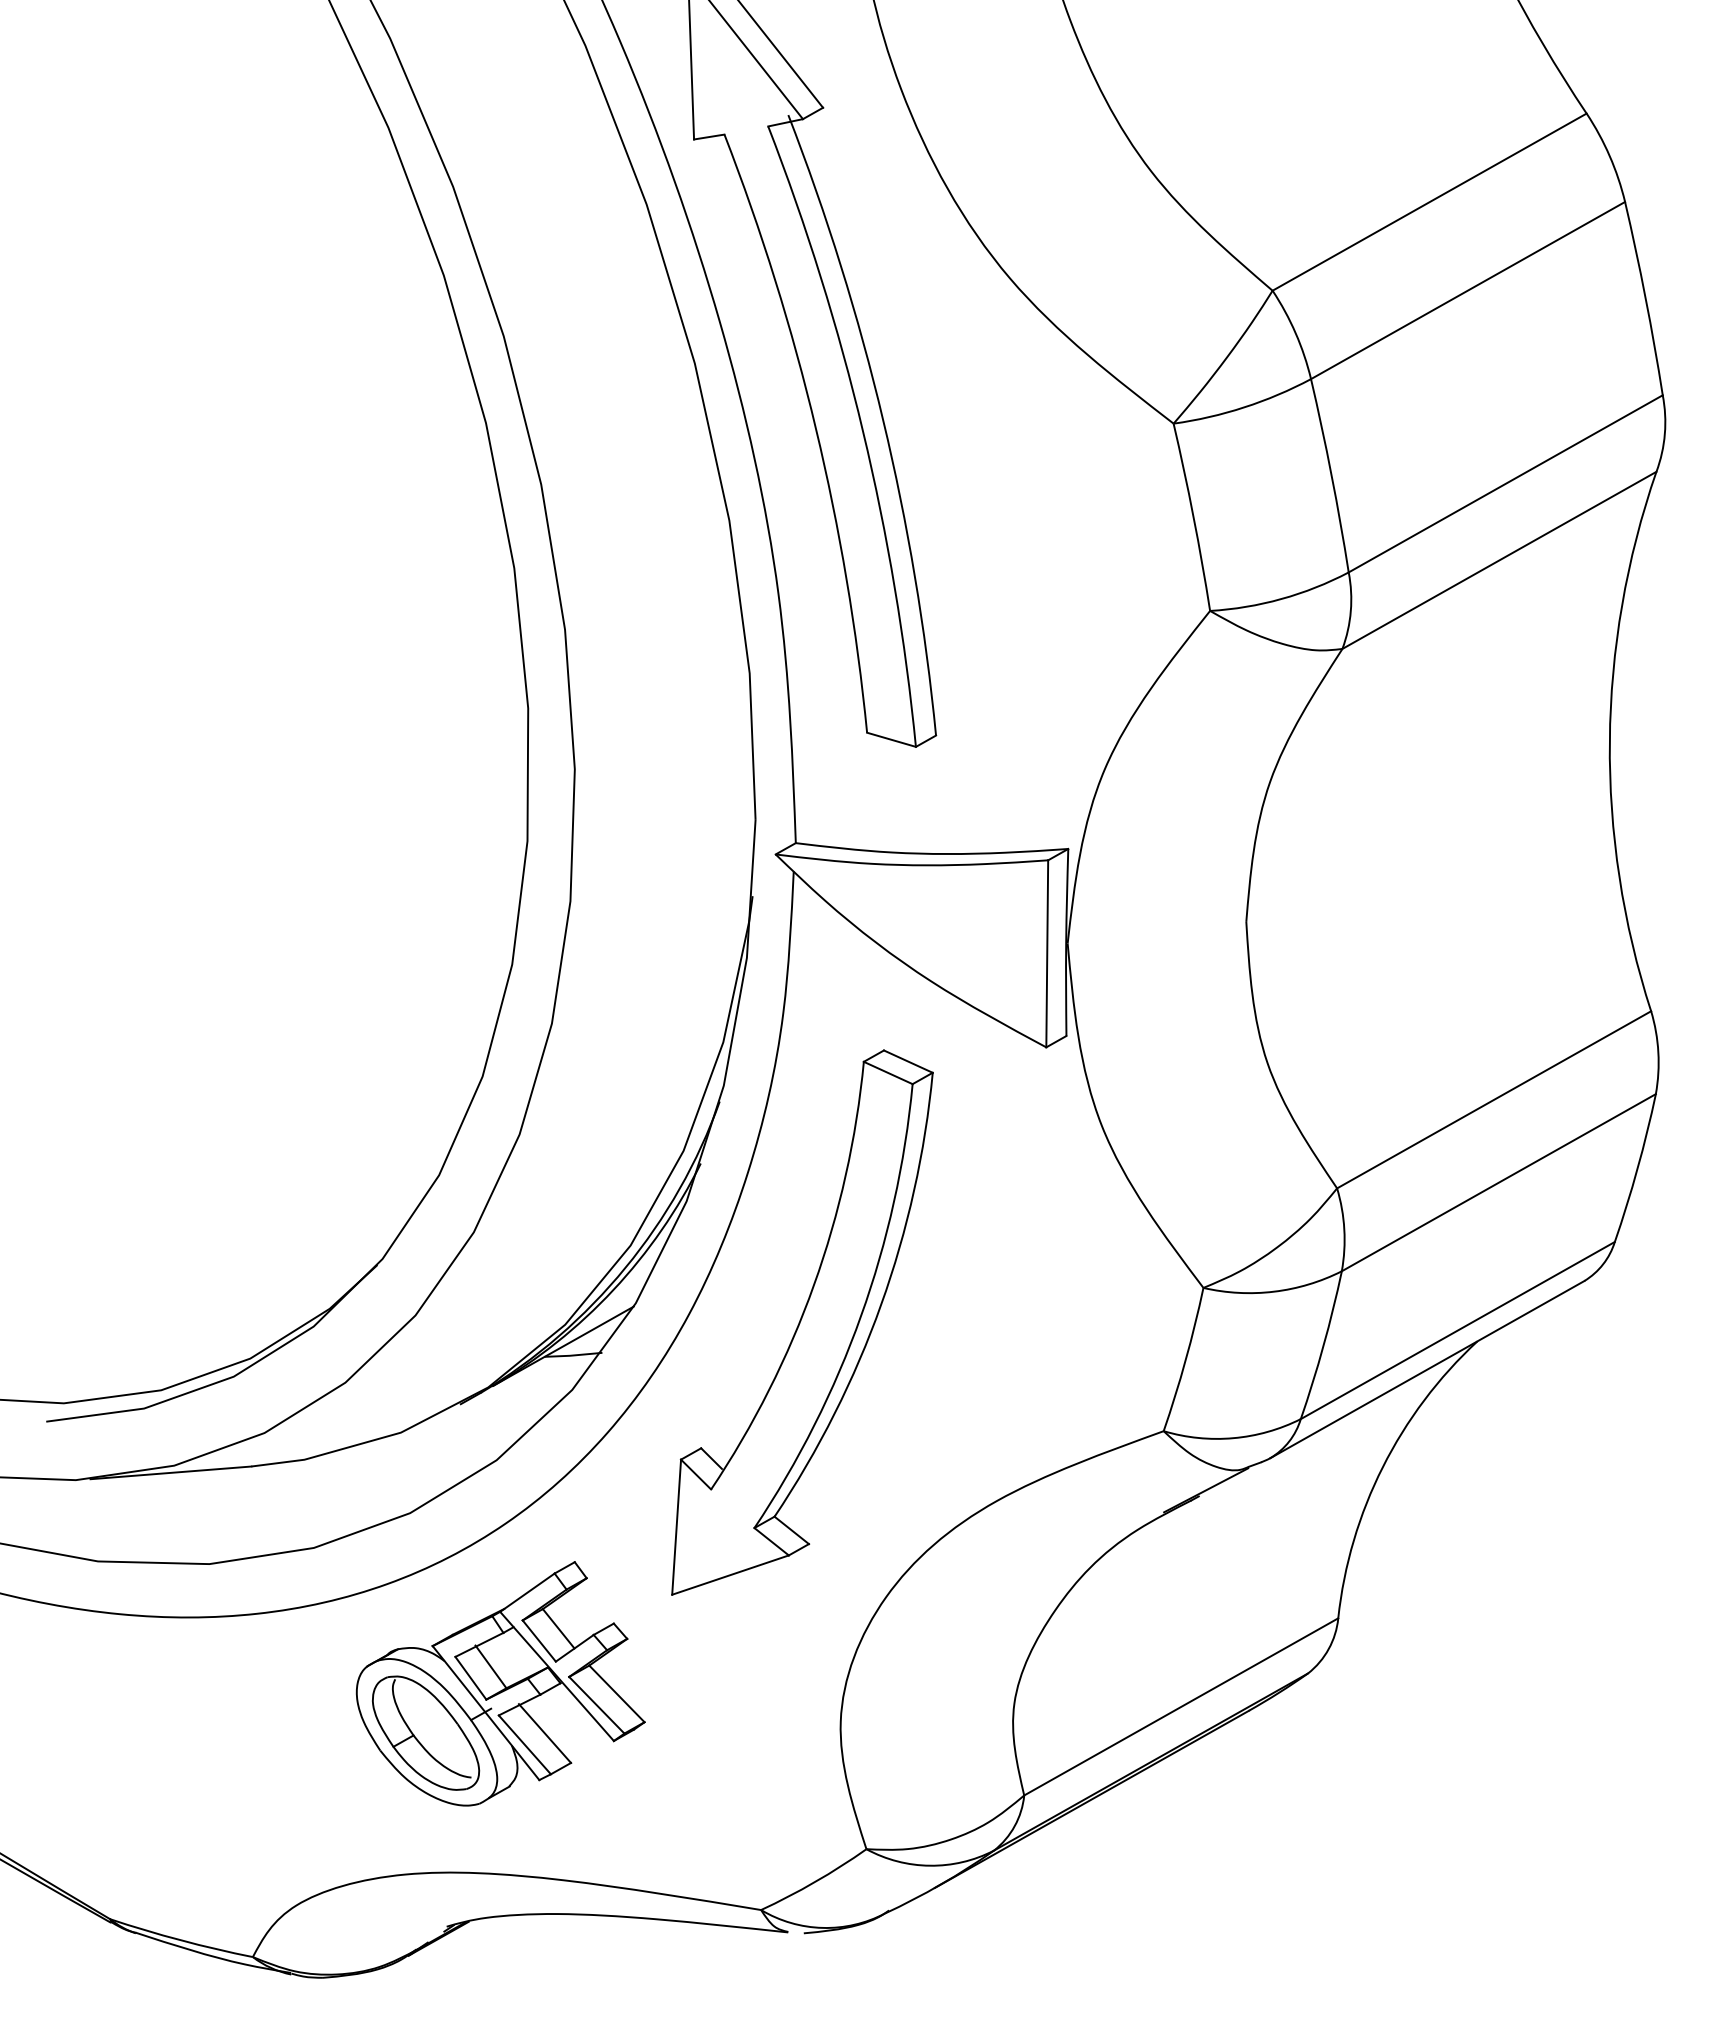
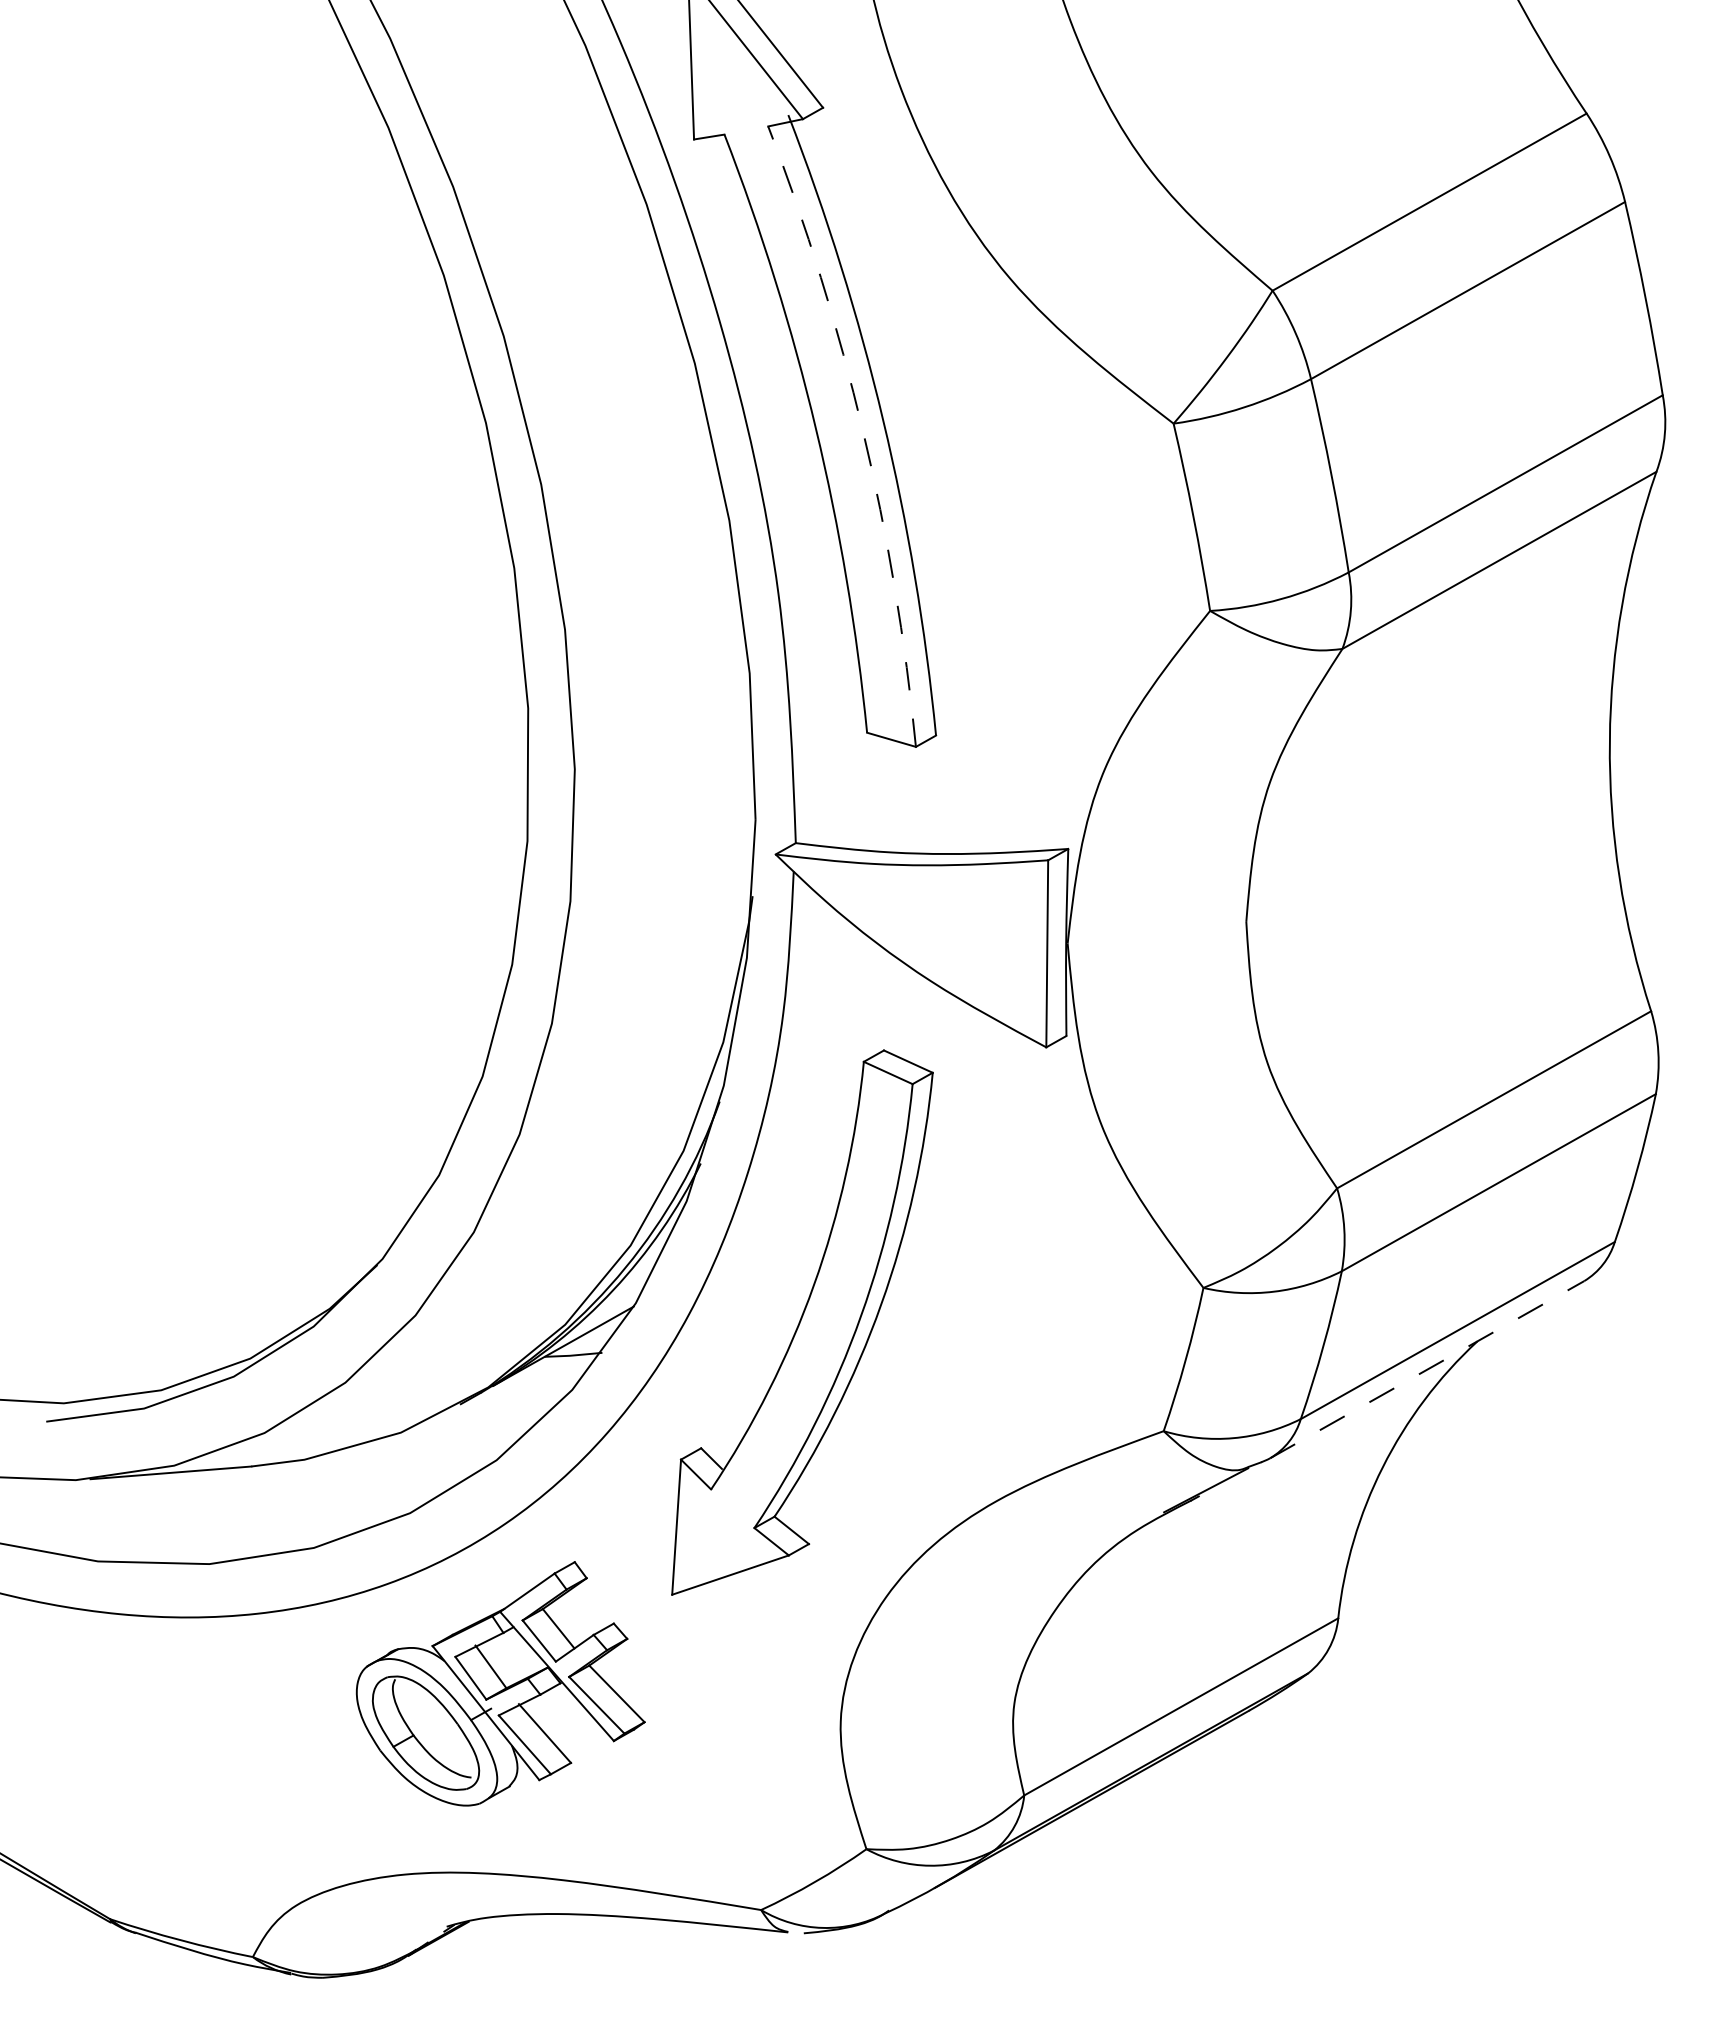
arc at (863, 431): solid -> dashed
line at (1427, 1369): solid -> dashed
